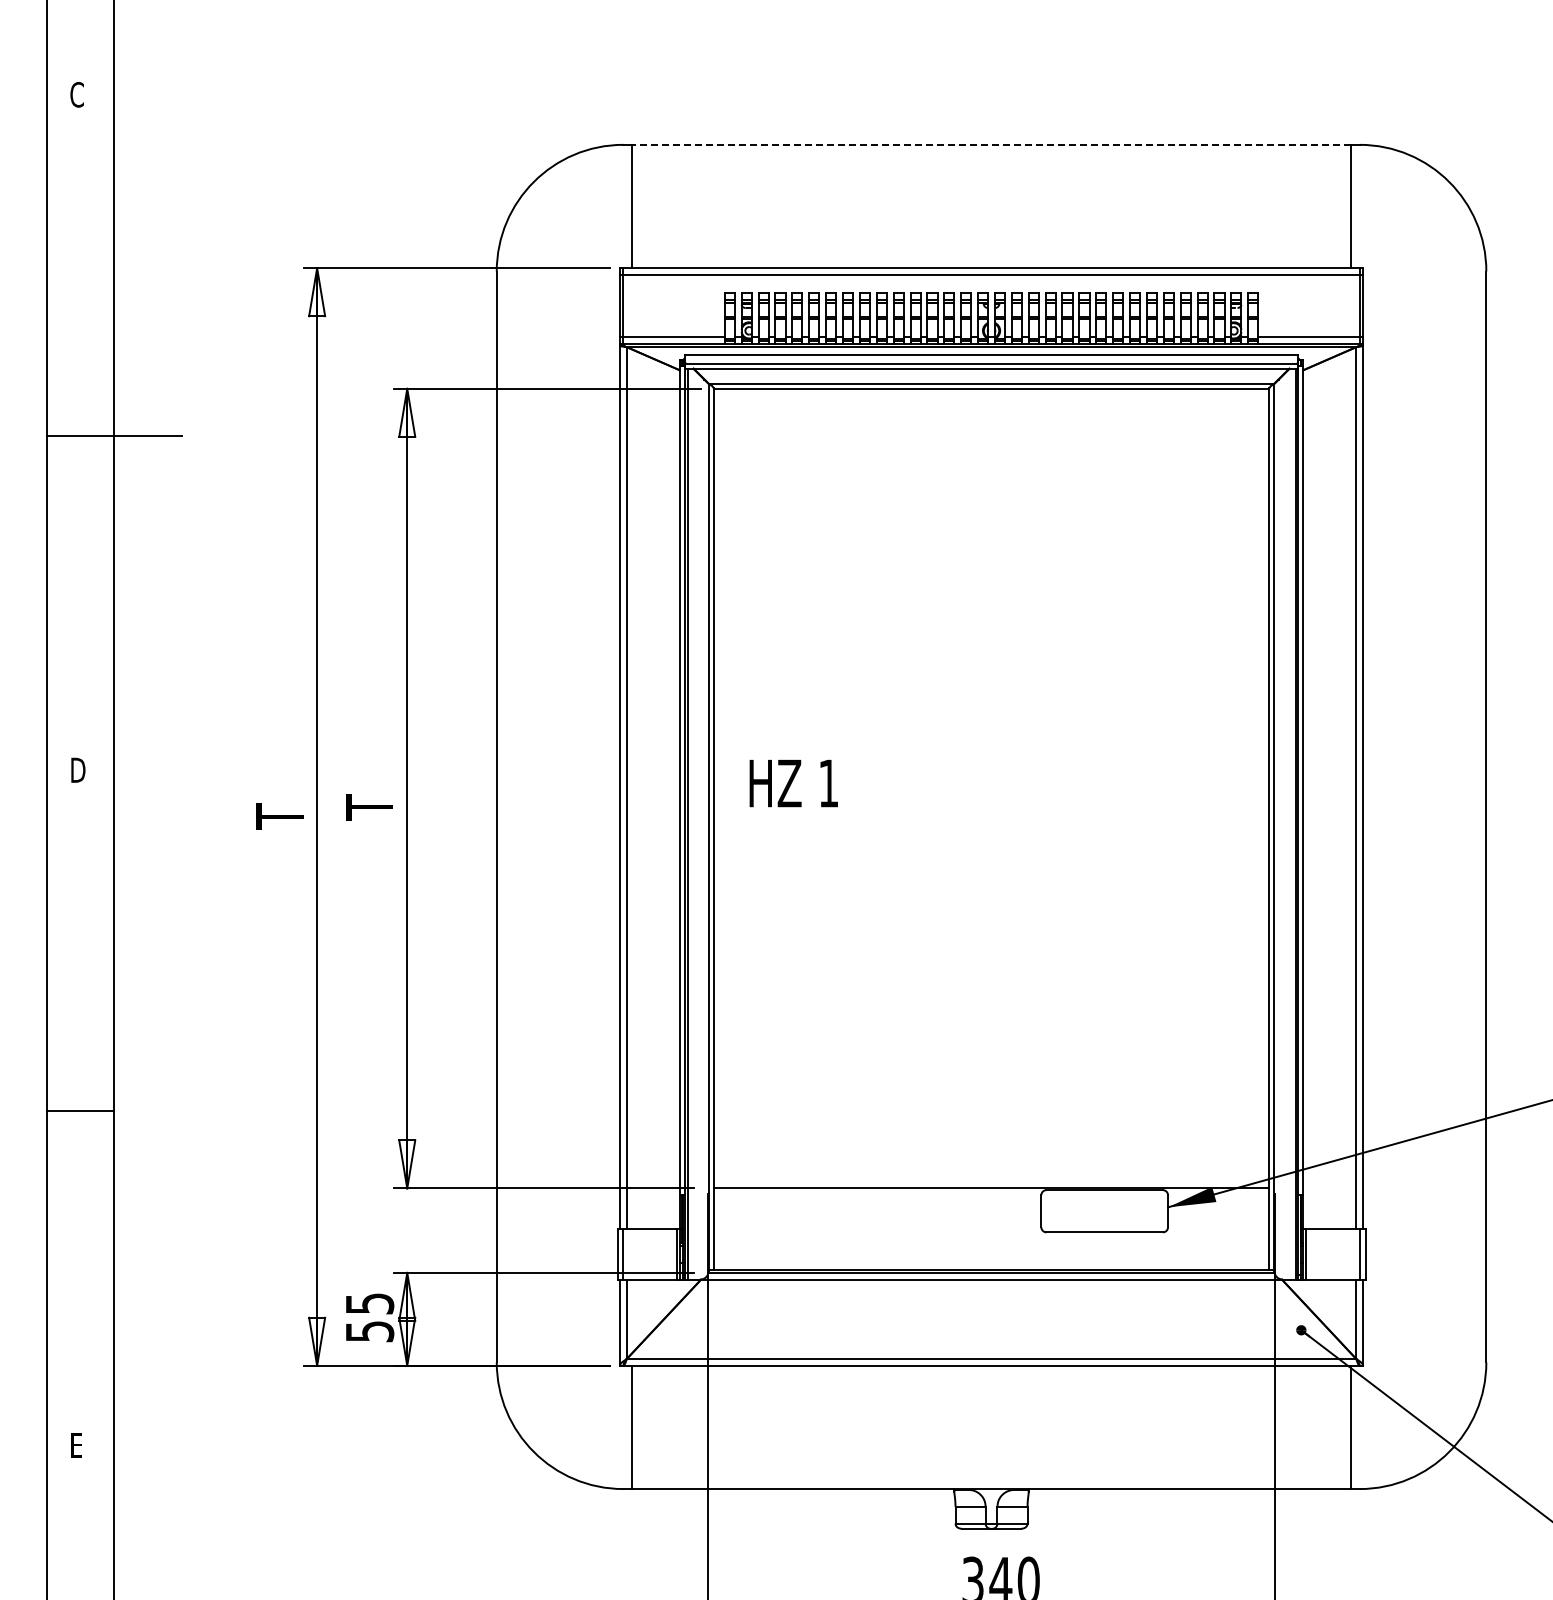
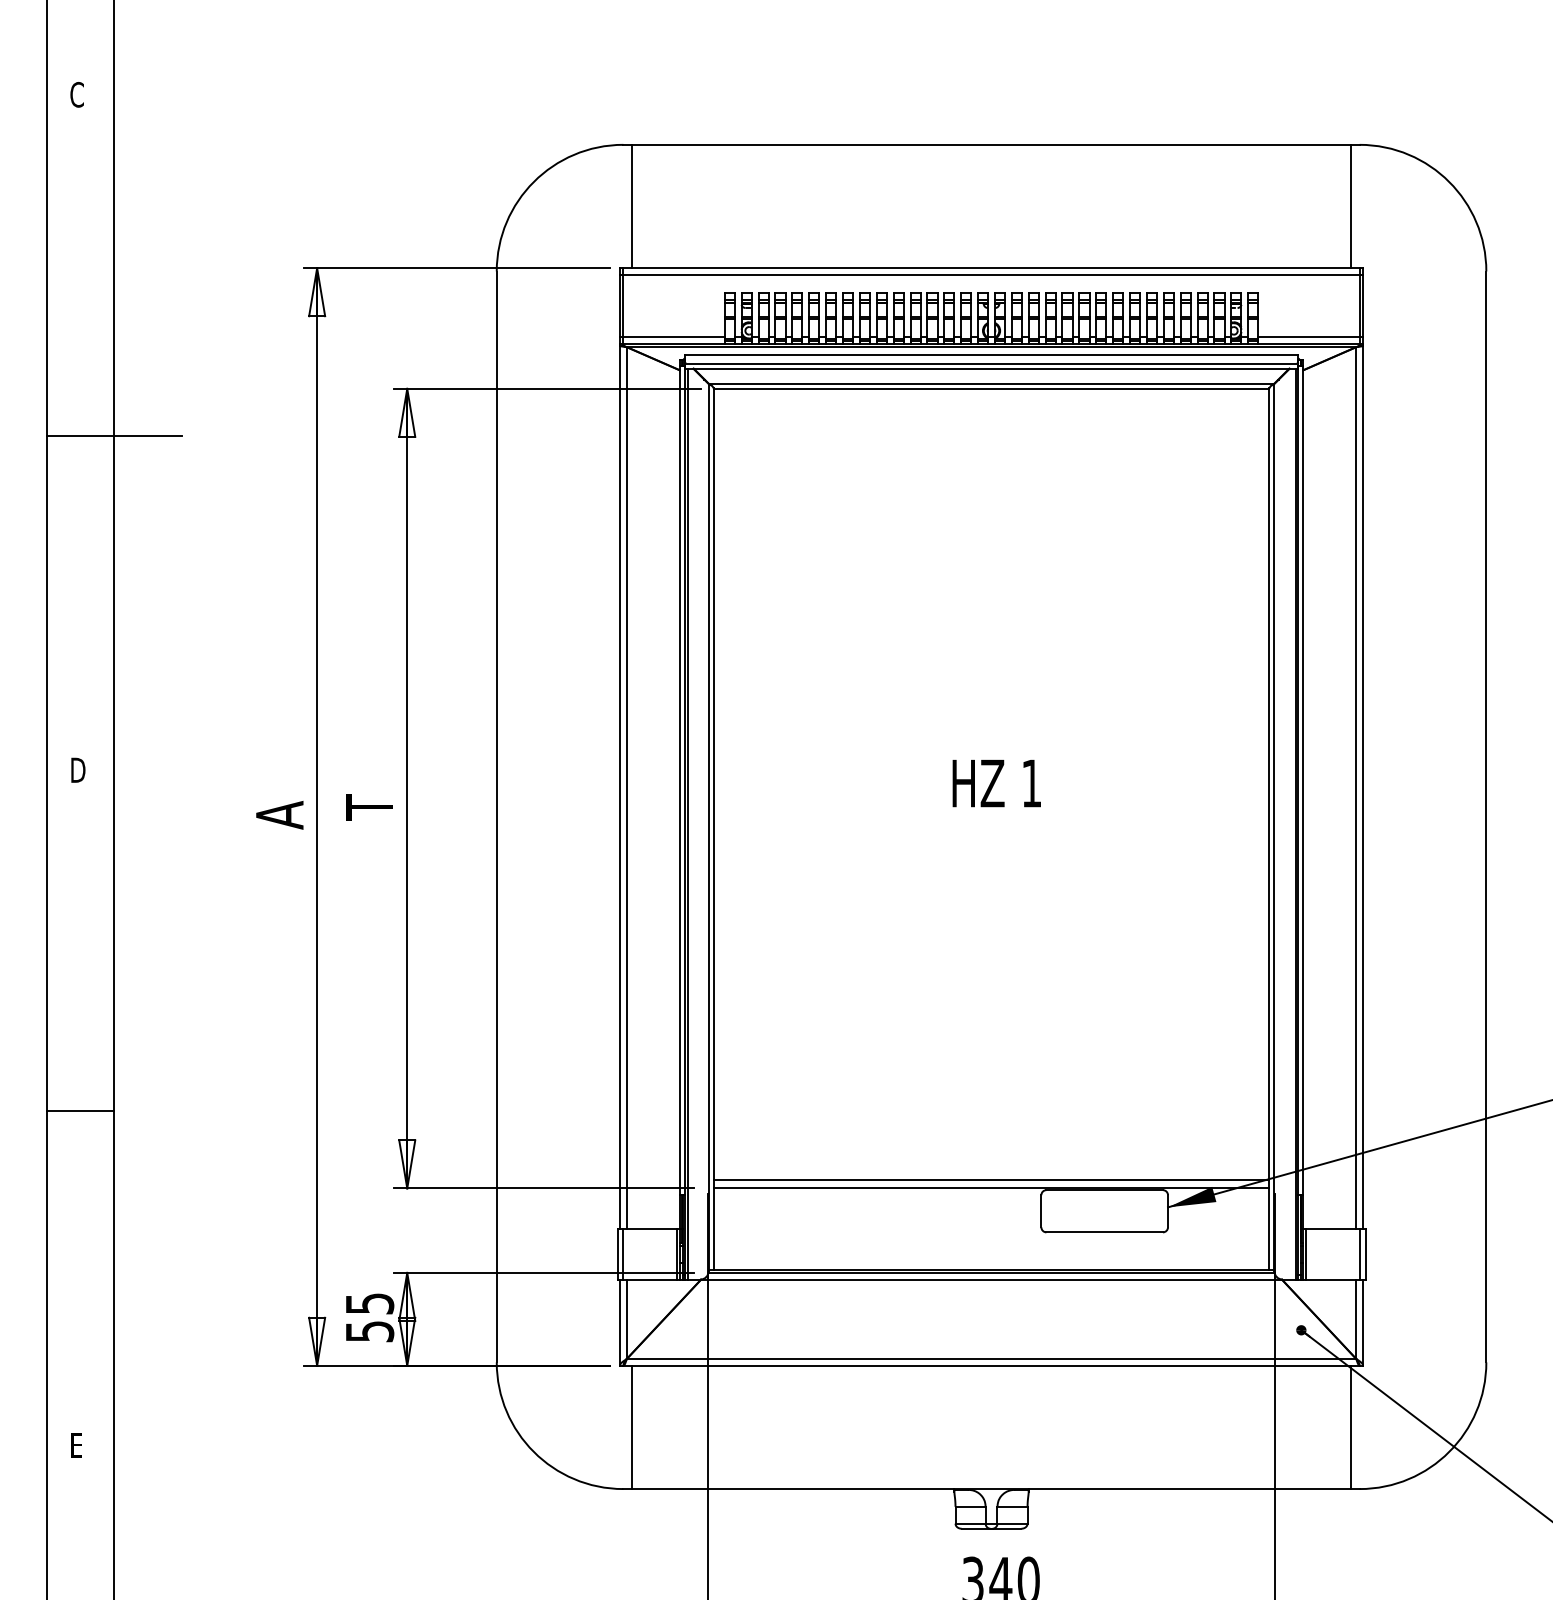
line at (991, 144): dashed -> solid
text at (793, 783) position: (793, 783) -> (996, 783)
text at (279, 814): T -> A
line at (991, 1180): none -> present
